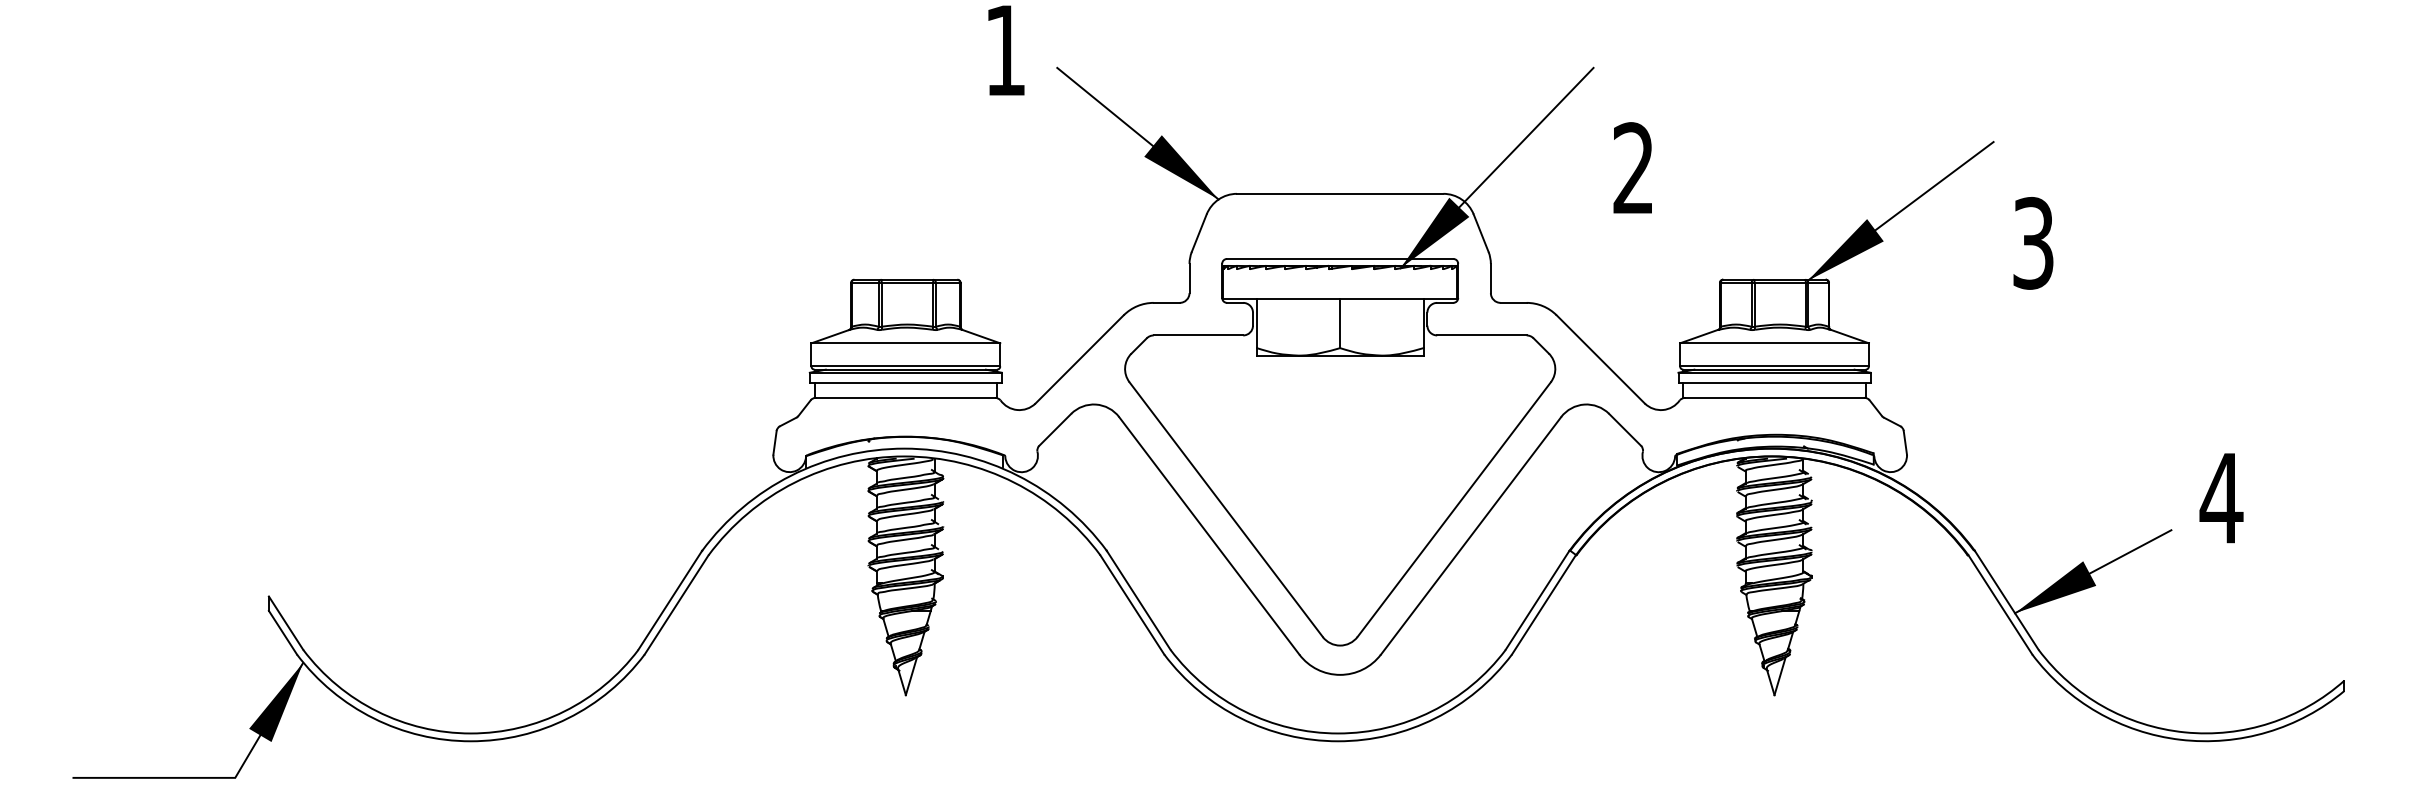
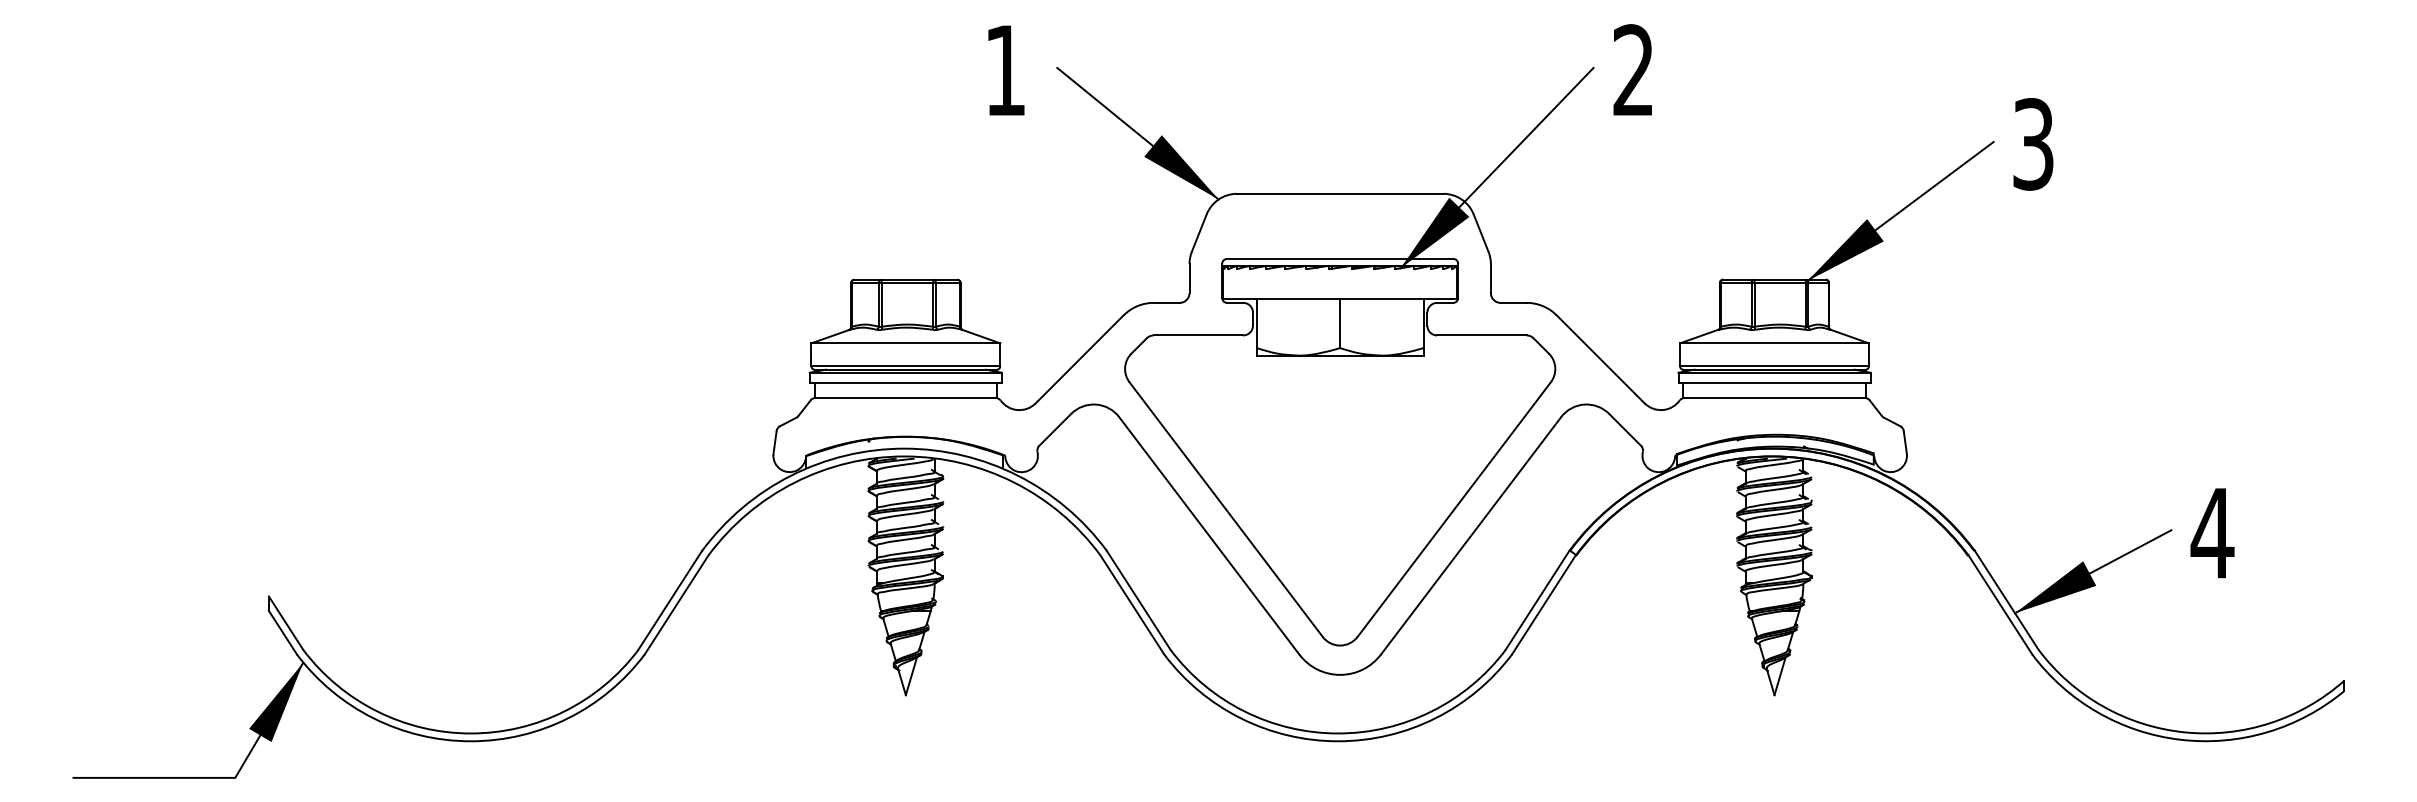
text at (1006, 50) position: (1006, 50) -> (1006, 70)
text at (1632, 167) position: (1632, 167) -> (1632, 69)
text at (2033, 243) position: (2033, 243) -> (2033, 144)
text at (2221, 498) position: (2221, 498) -> (2212, 533)
